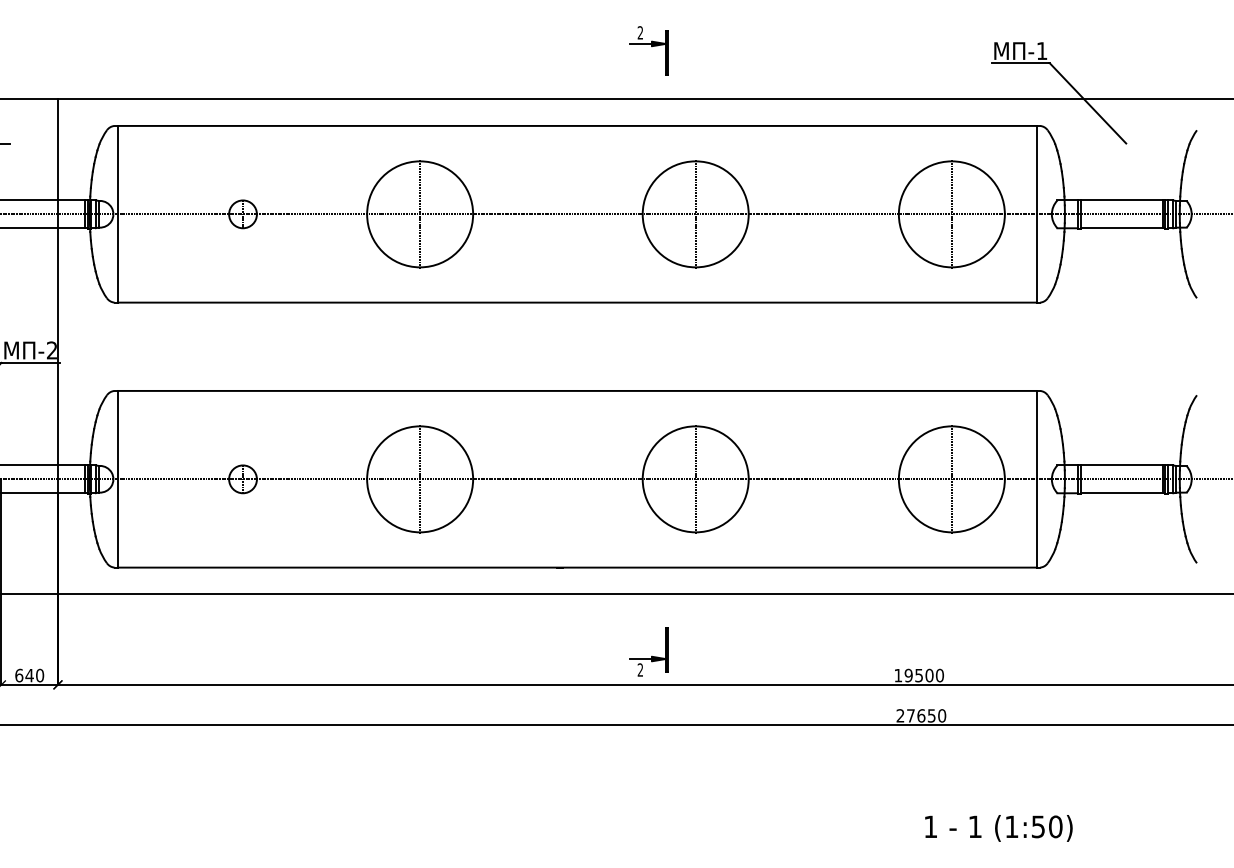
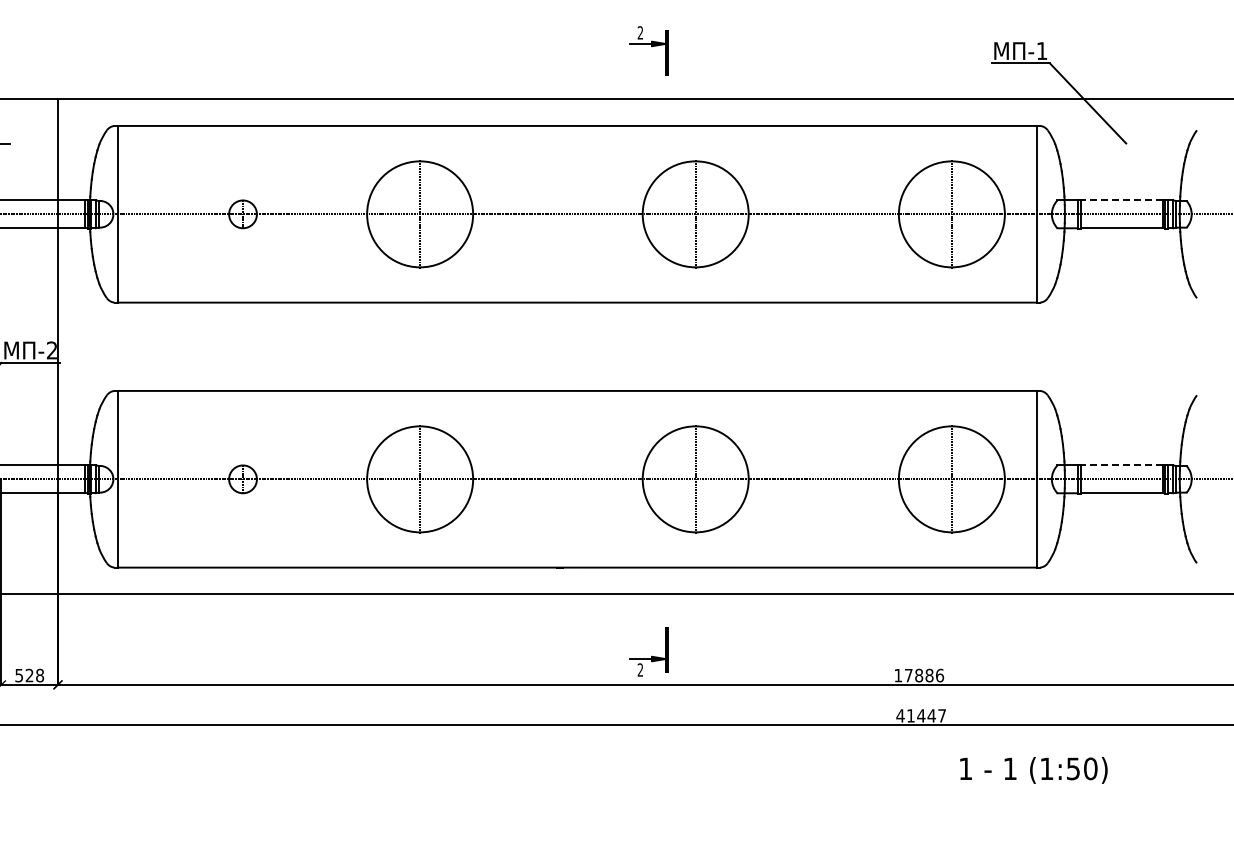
line at (1121, 200): solid -> dashed
line at (1121, 465): solid -> dashed
text at (29, 675): 640 -> 528
text at (924, 675): 19500 -> 17886
text at (921, 715): 27650 -> 41447
text at (998, 828) position: (998, 828) -> (1033, 770)
